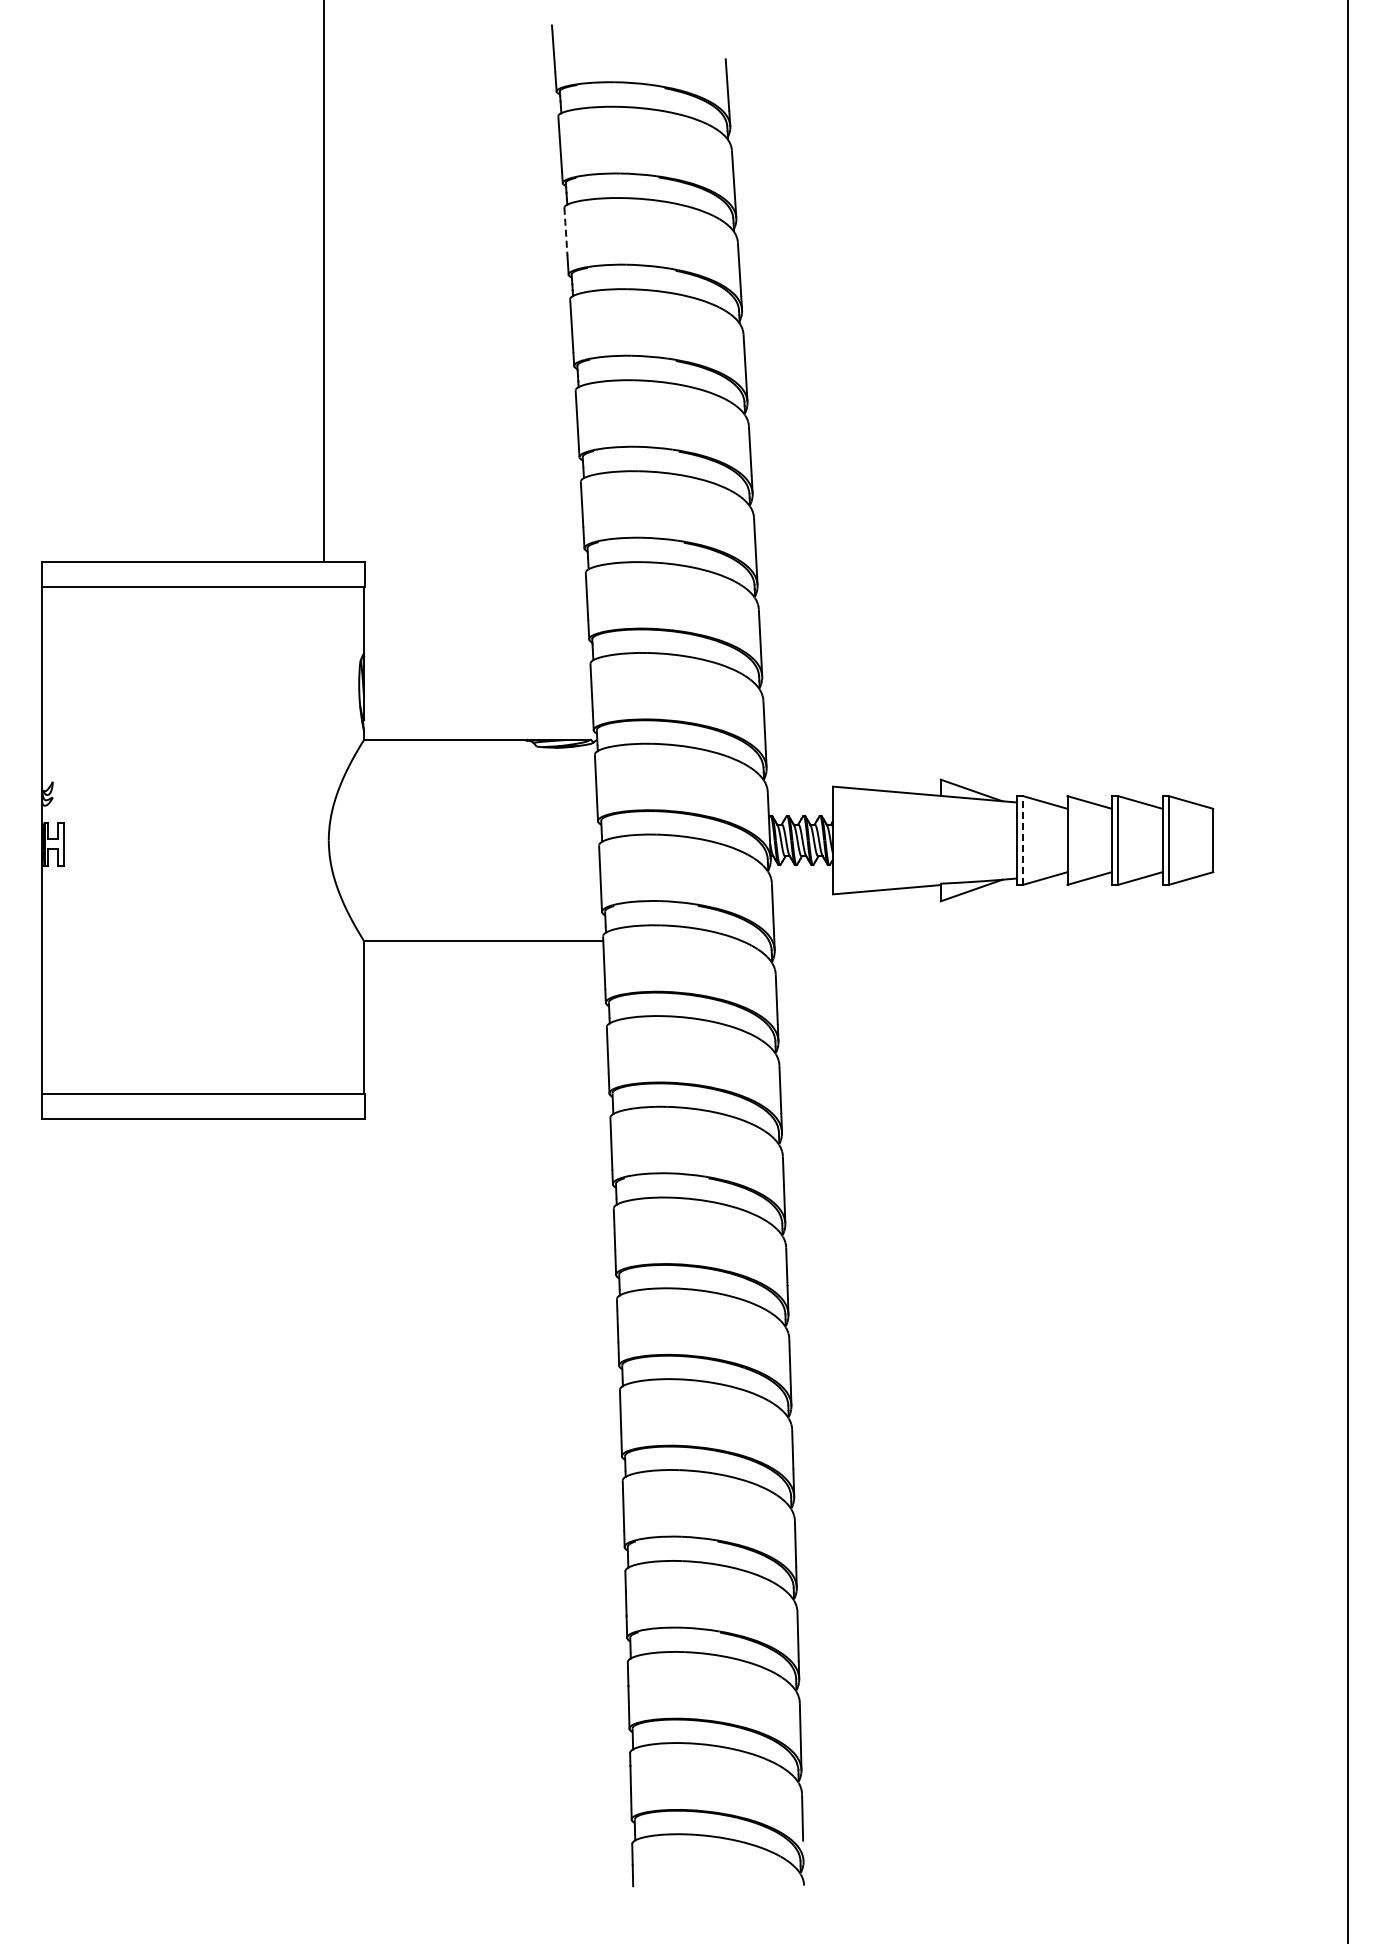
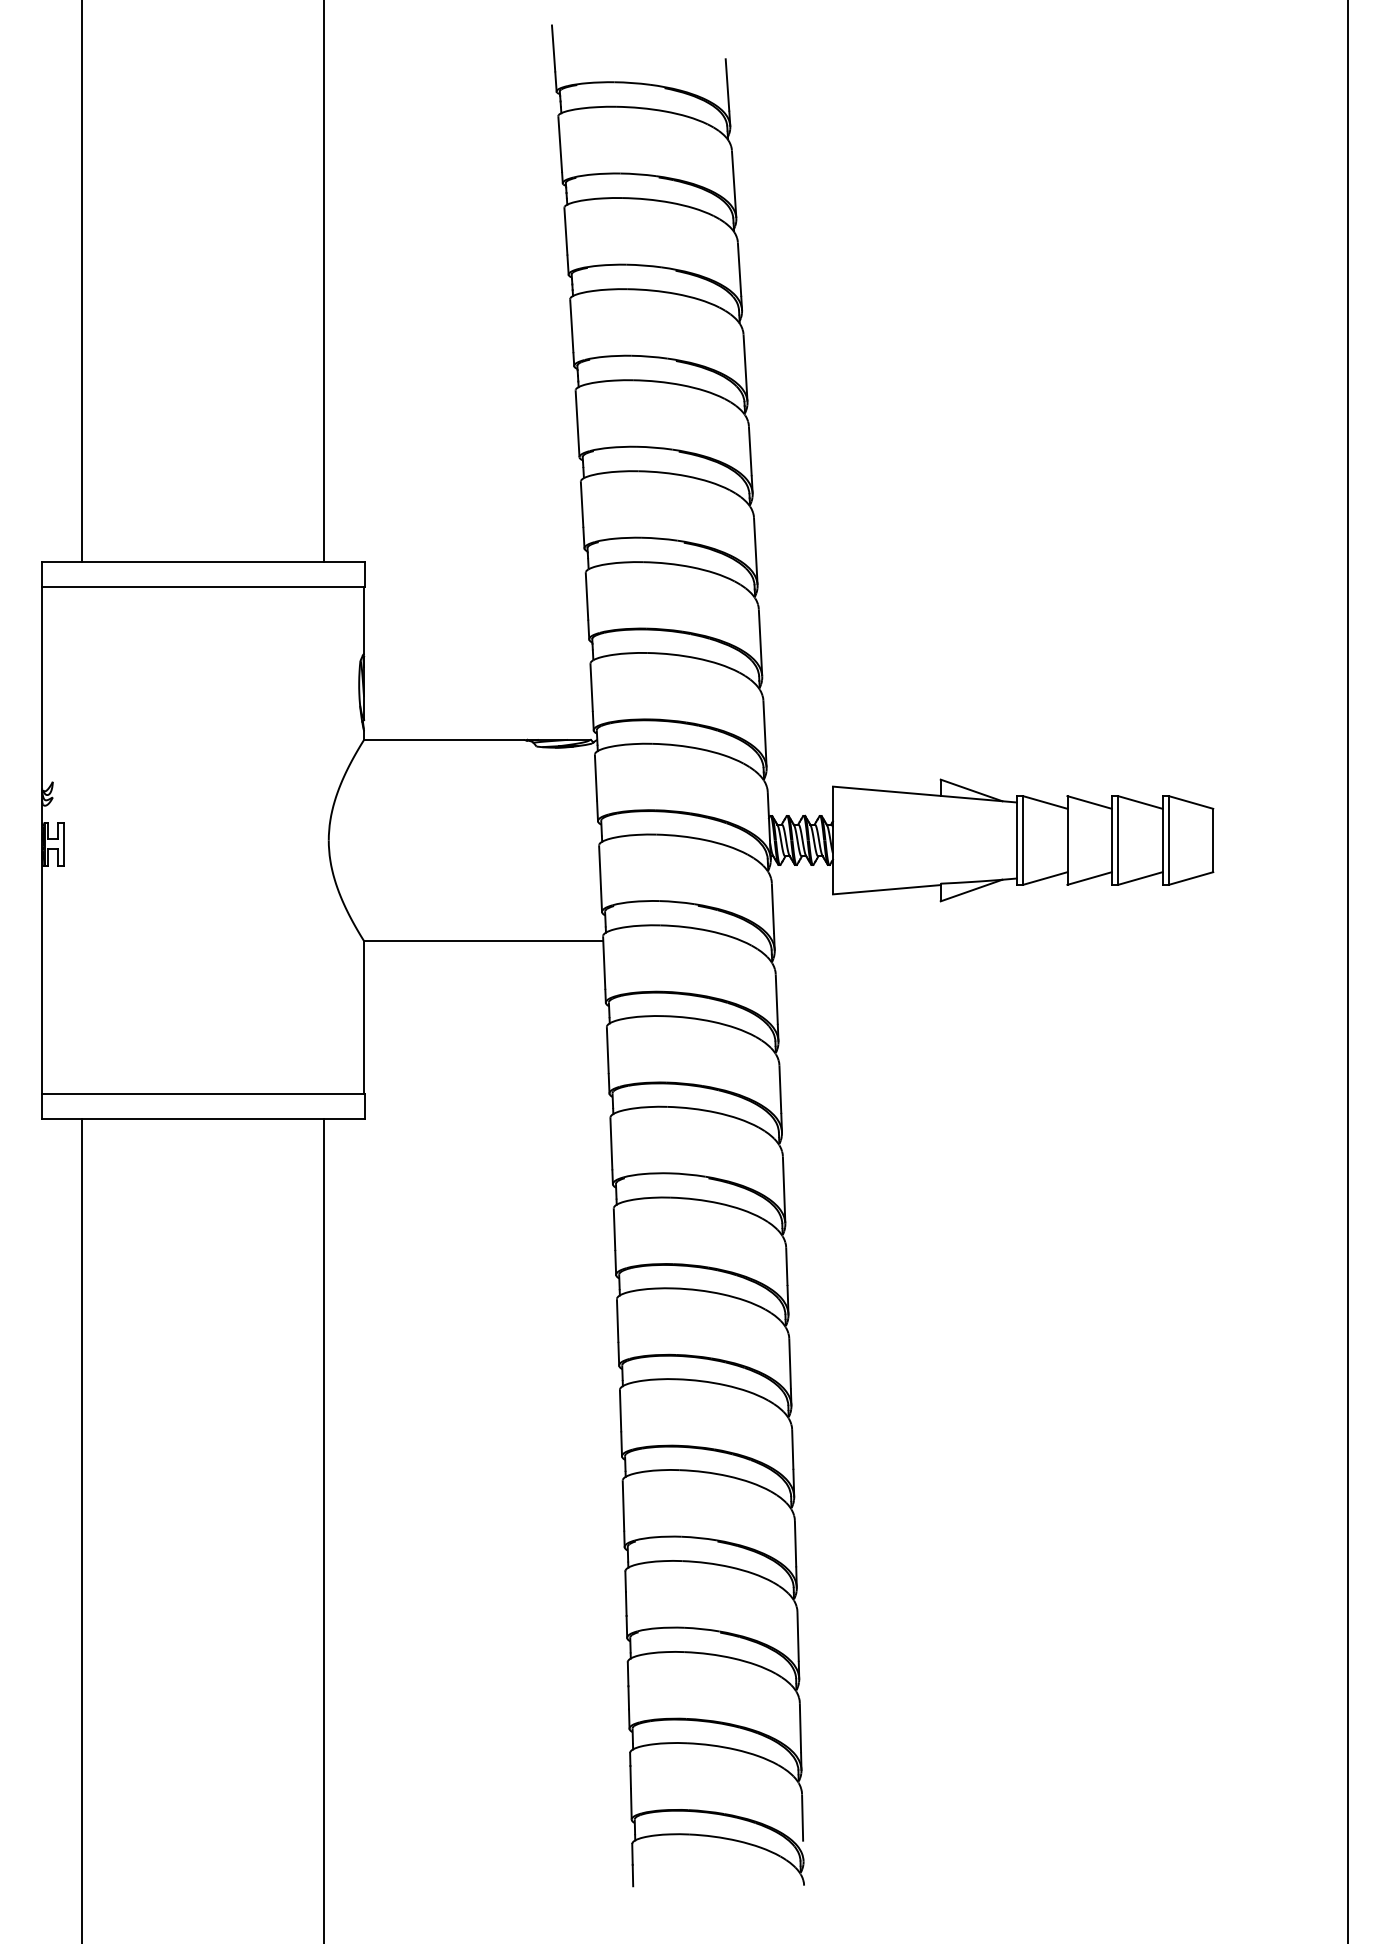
line at (565, 232): dashed -> solid
line at (82, 281): none -> present
line at (1023, 840): dashed -> solid
line at (82, 1529): none -> present
line at (323, 1529): none -> present
